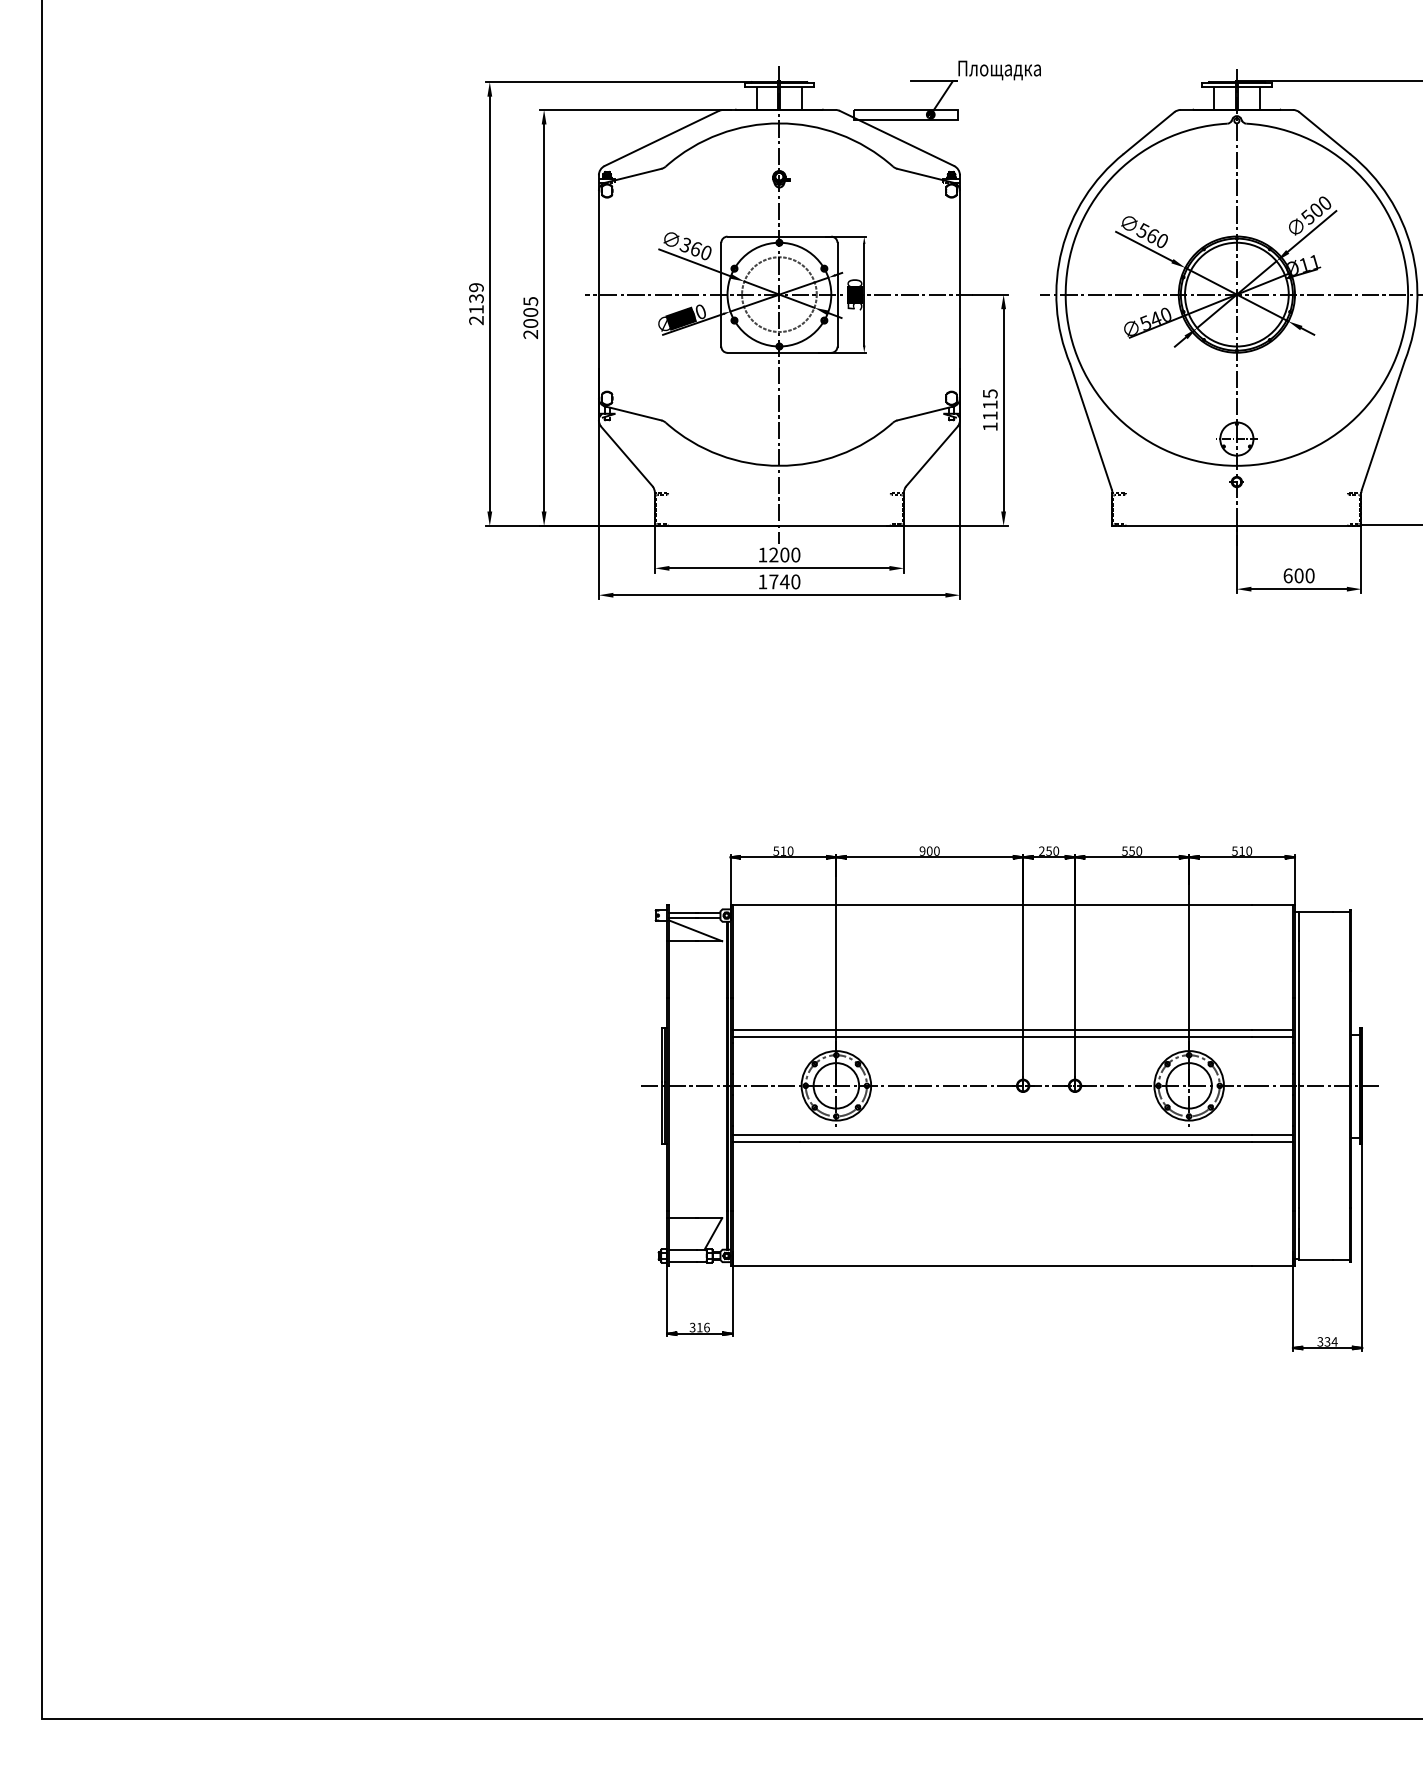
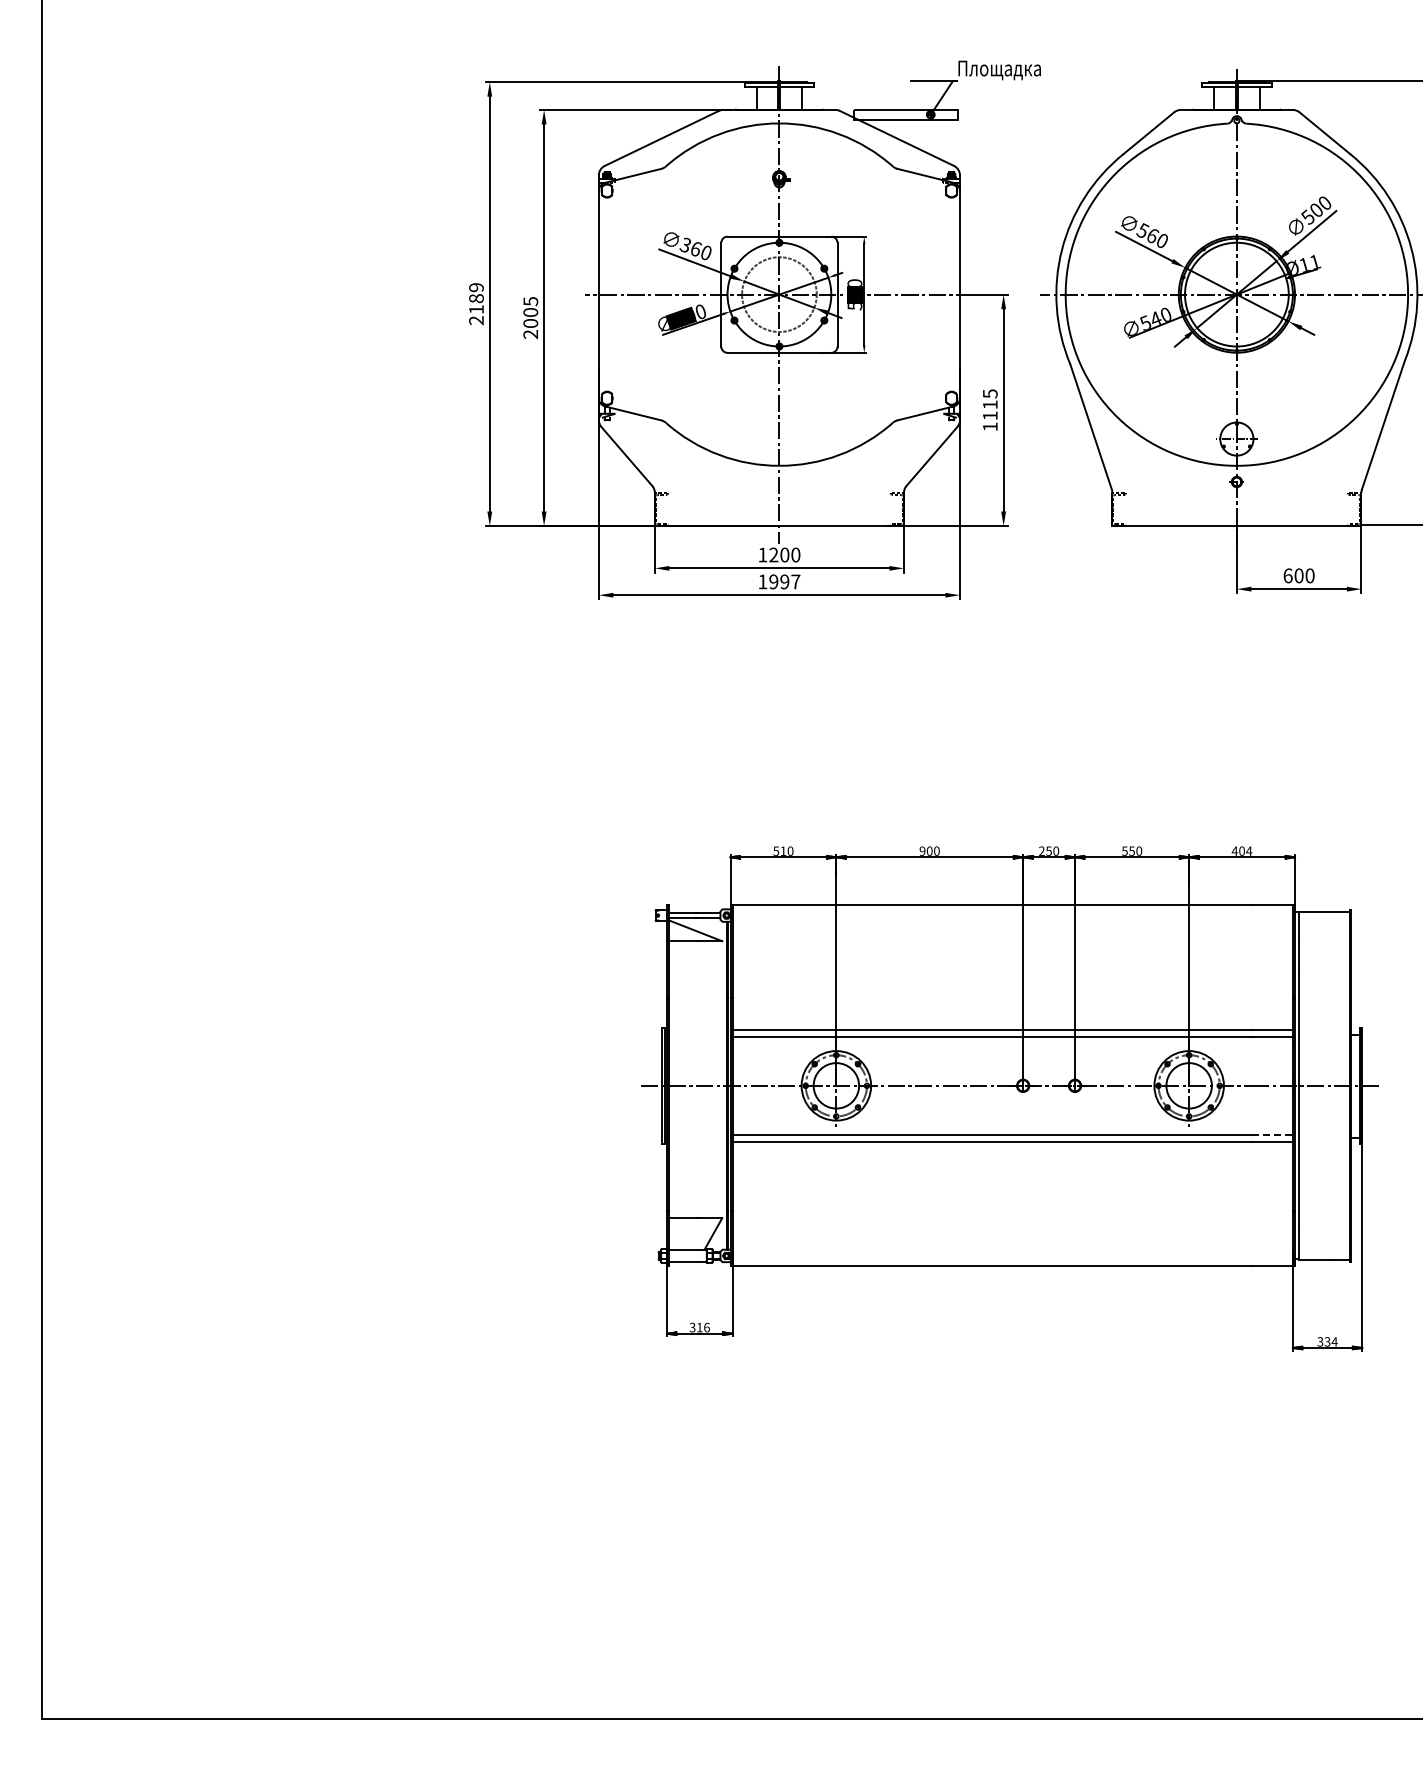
text at (476, 298): 2139 -> 2189
text at (784, 581): 1740 -> 1997
text at (1241, 850): 510 -> 404
line at (1273, 1135): solid -> dashed
